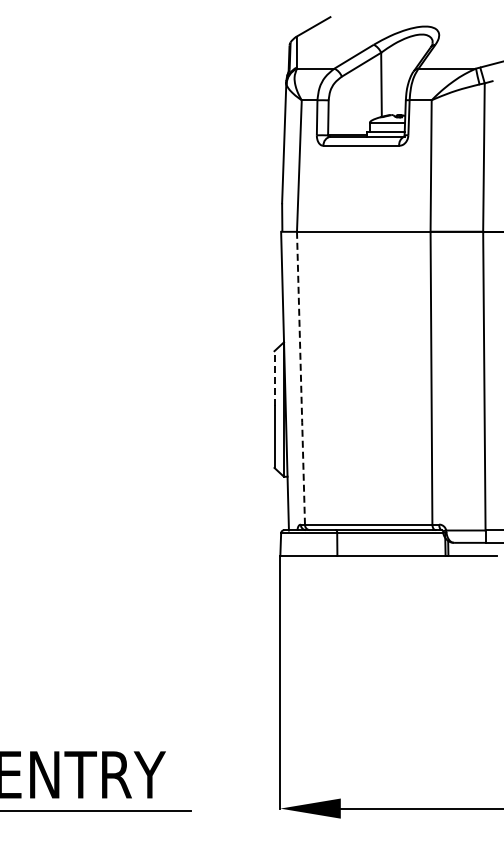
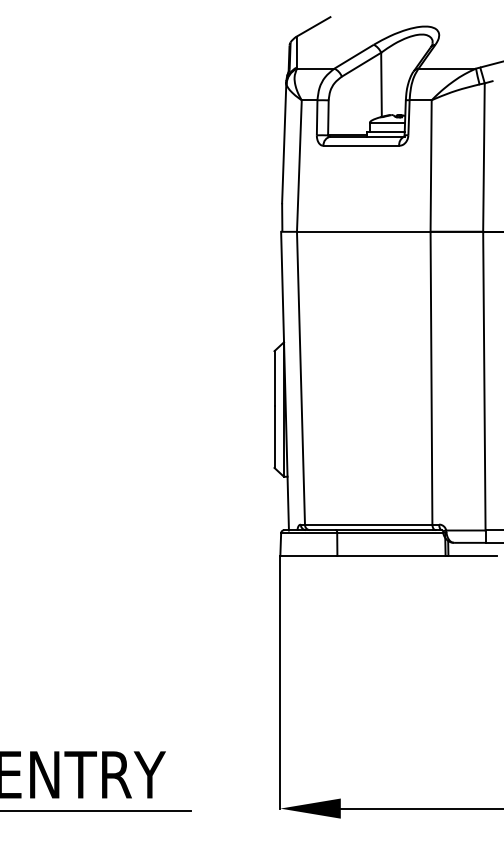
line at (274, 378): dashed -> solid
line at (301, 379): dashed -> solid
